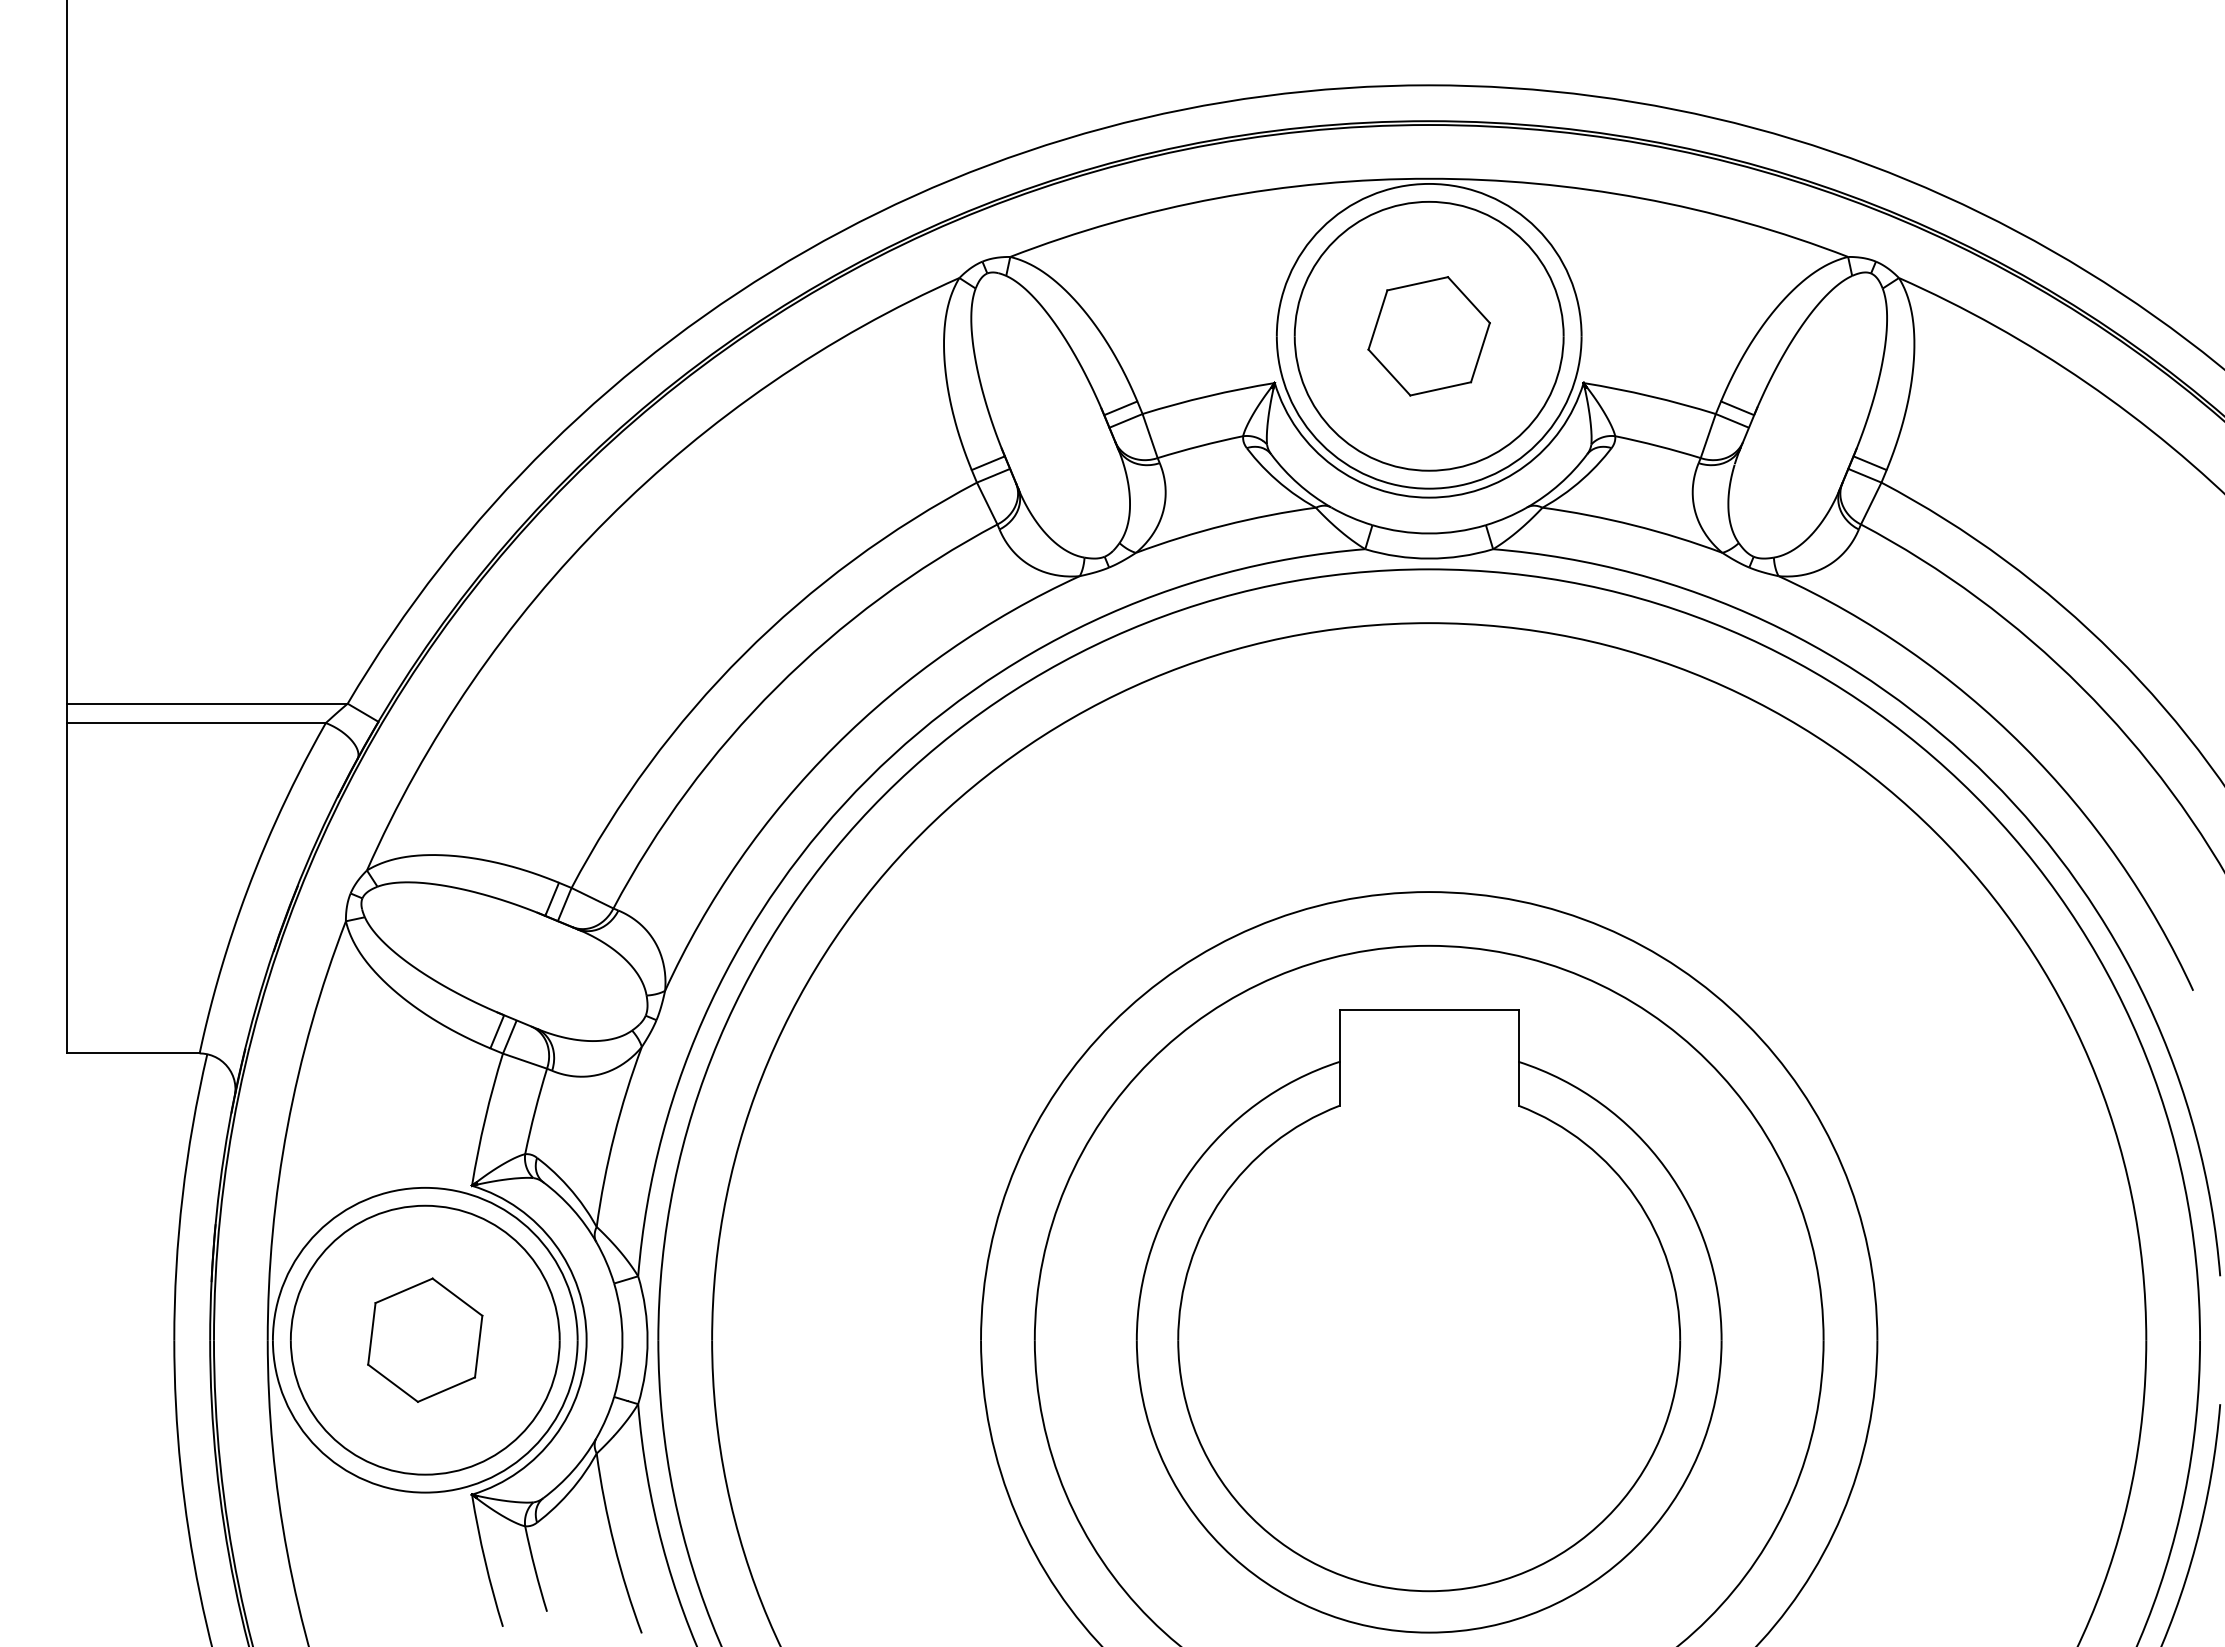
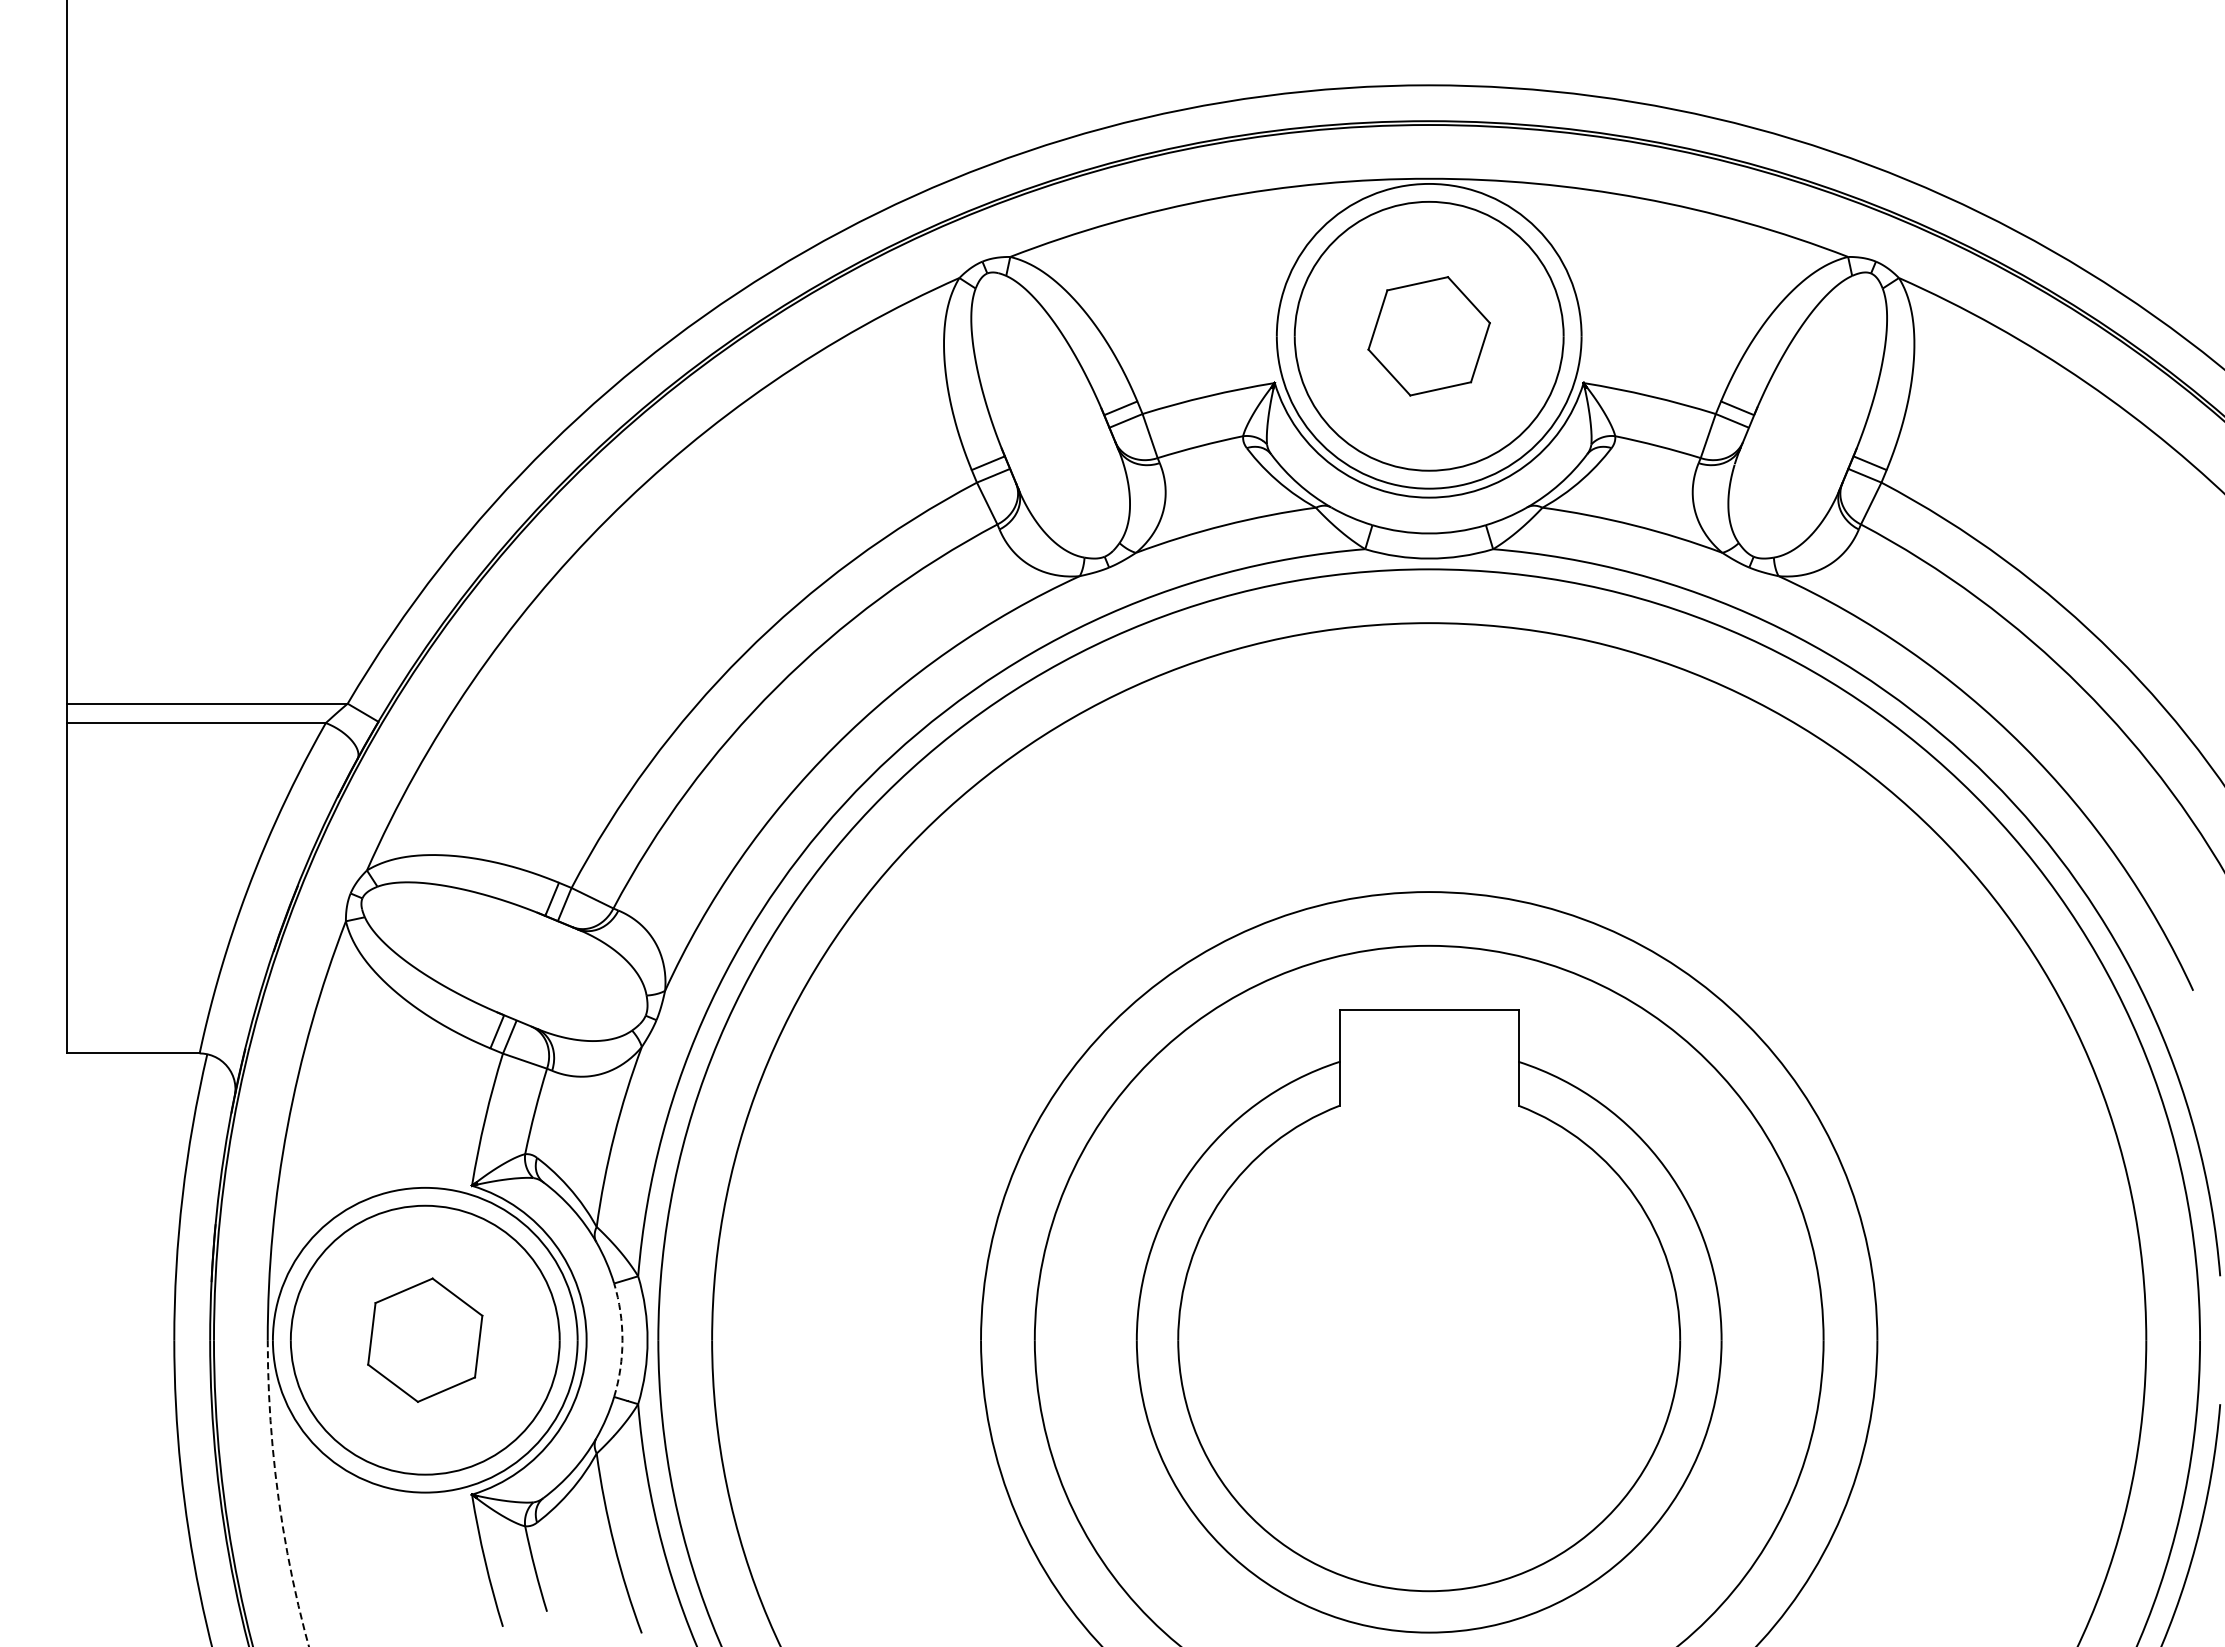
arc at (622, 1340): solid -> dashed
arc at (278, 1495): solid -> dashed
